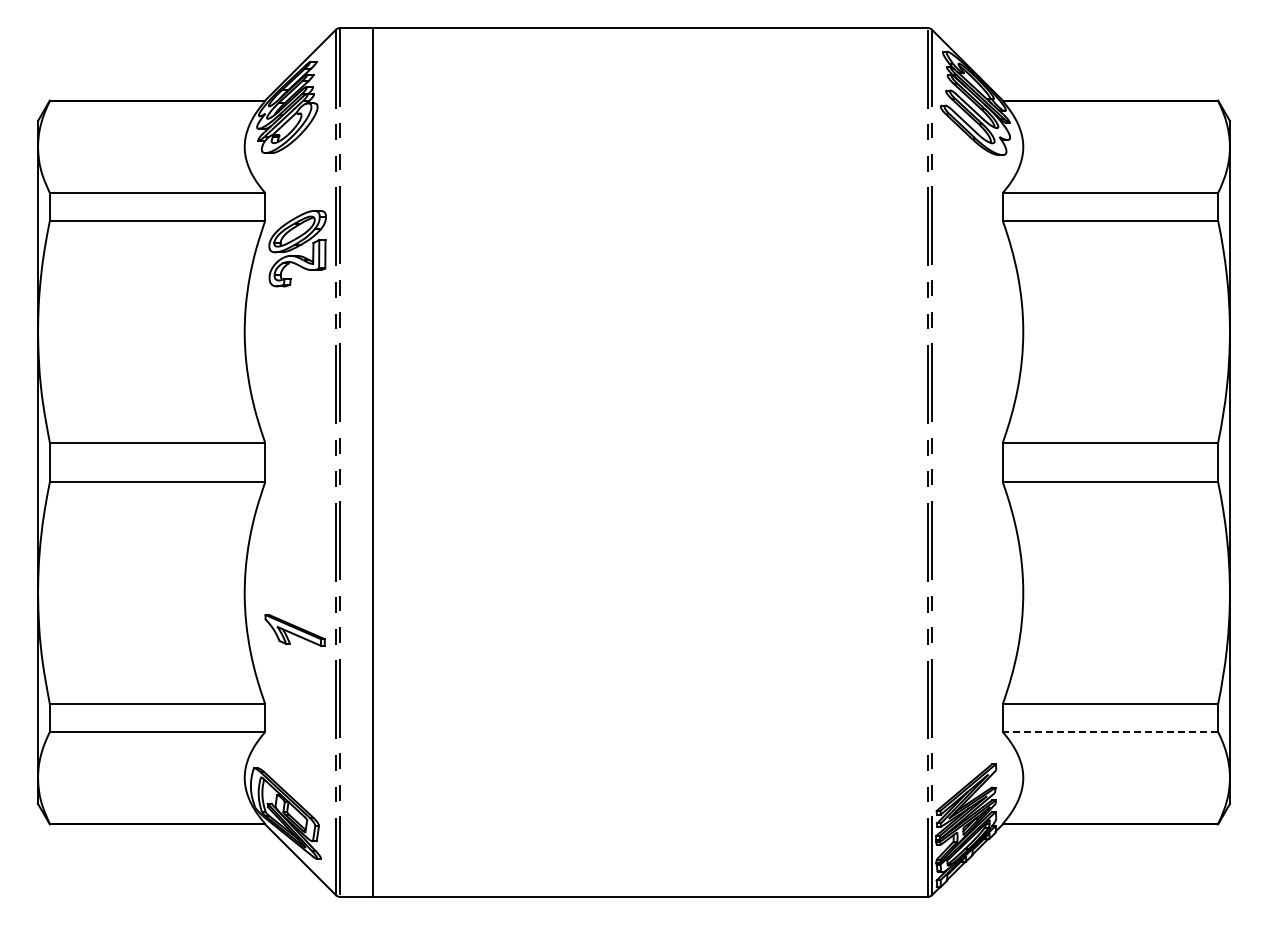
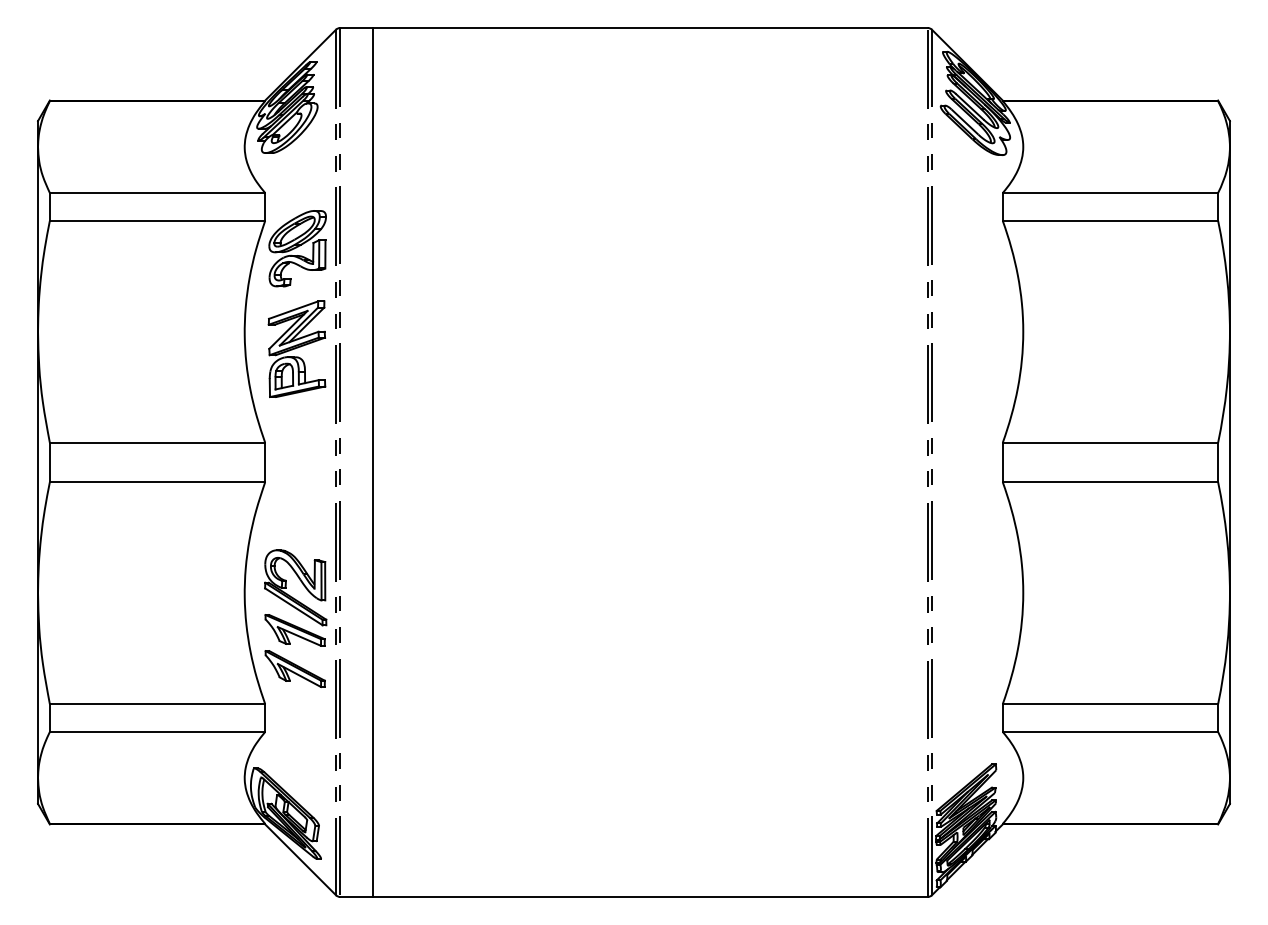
part at (296, 348): none -> present
part at (301, 583): none -> present
part at (294, 668): none -> present
line at (1110, 732): dashed -> solid
